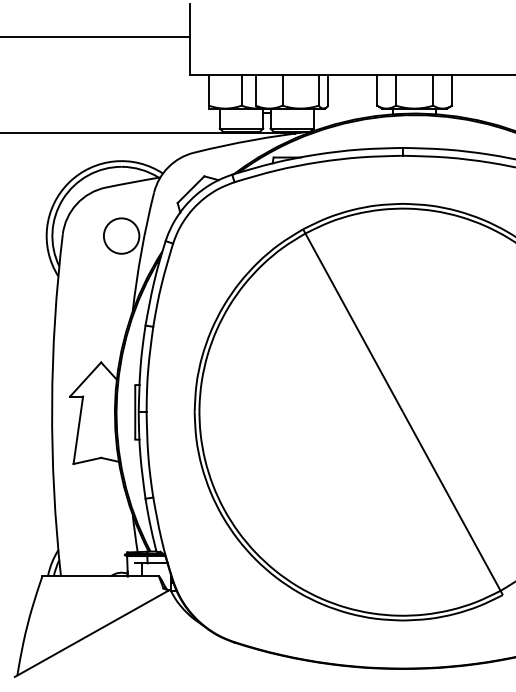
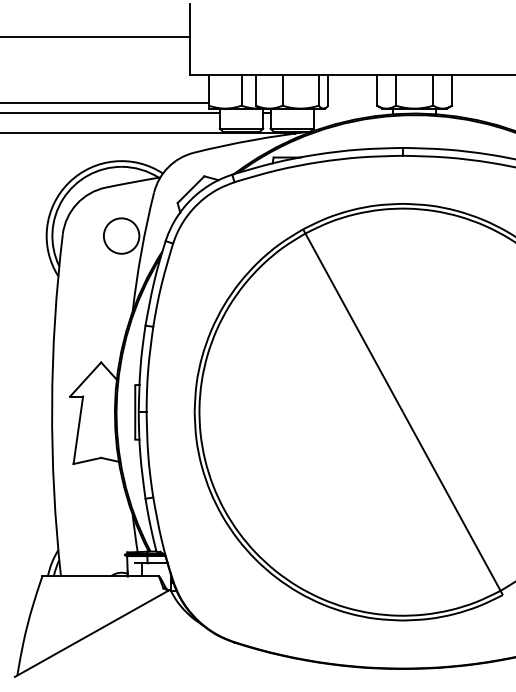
line at (105, 102): none -> present
line at (110, 113): none -> present
